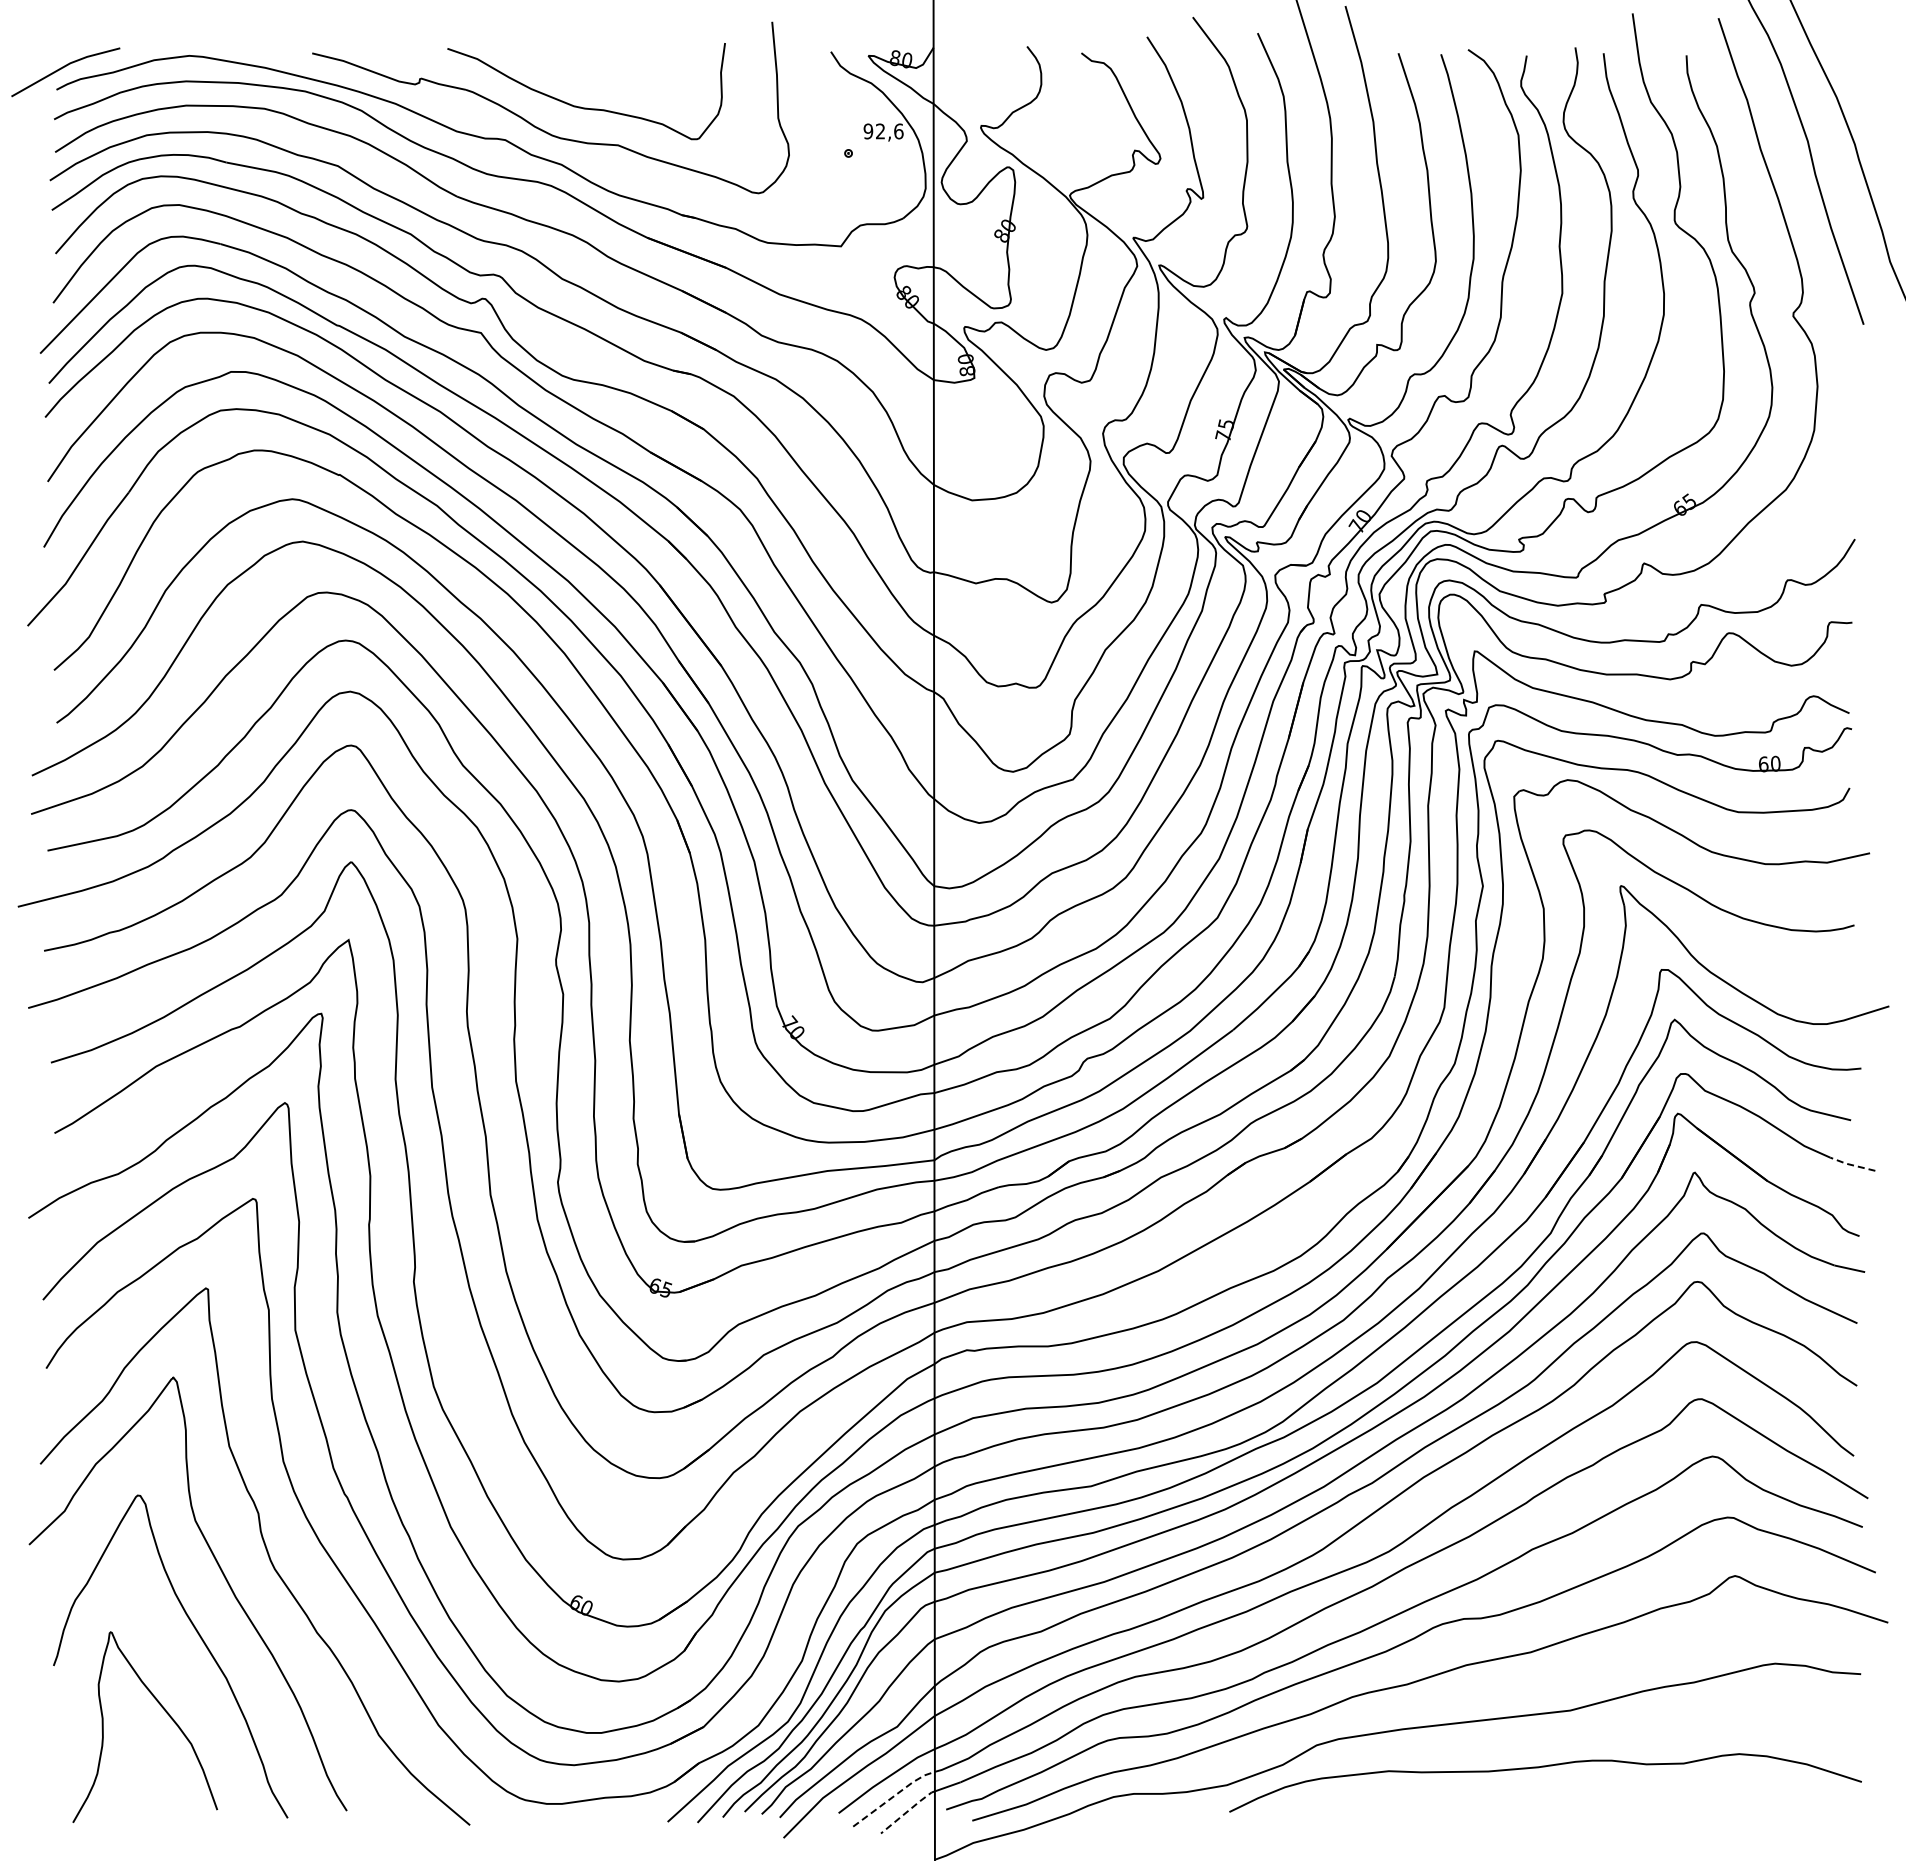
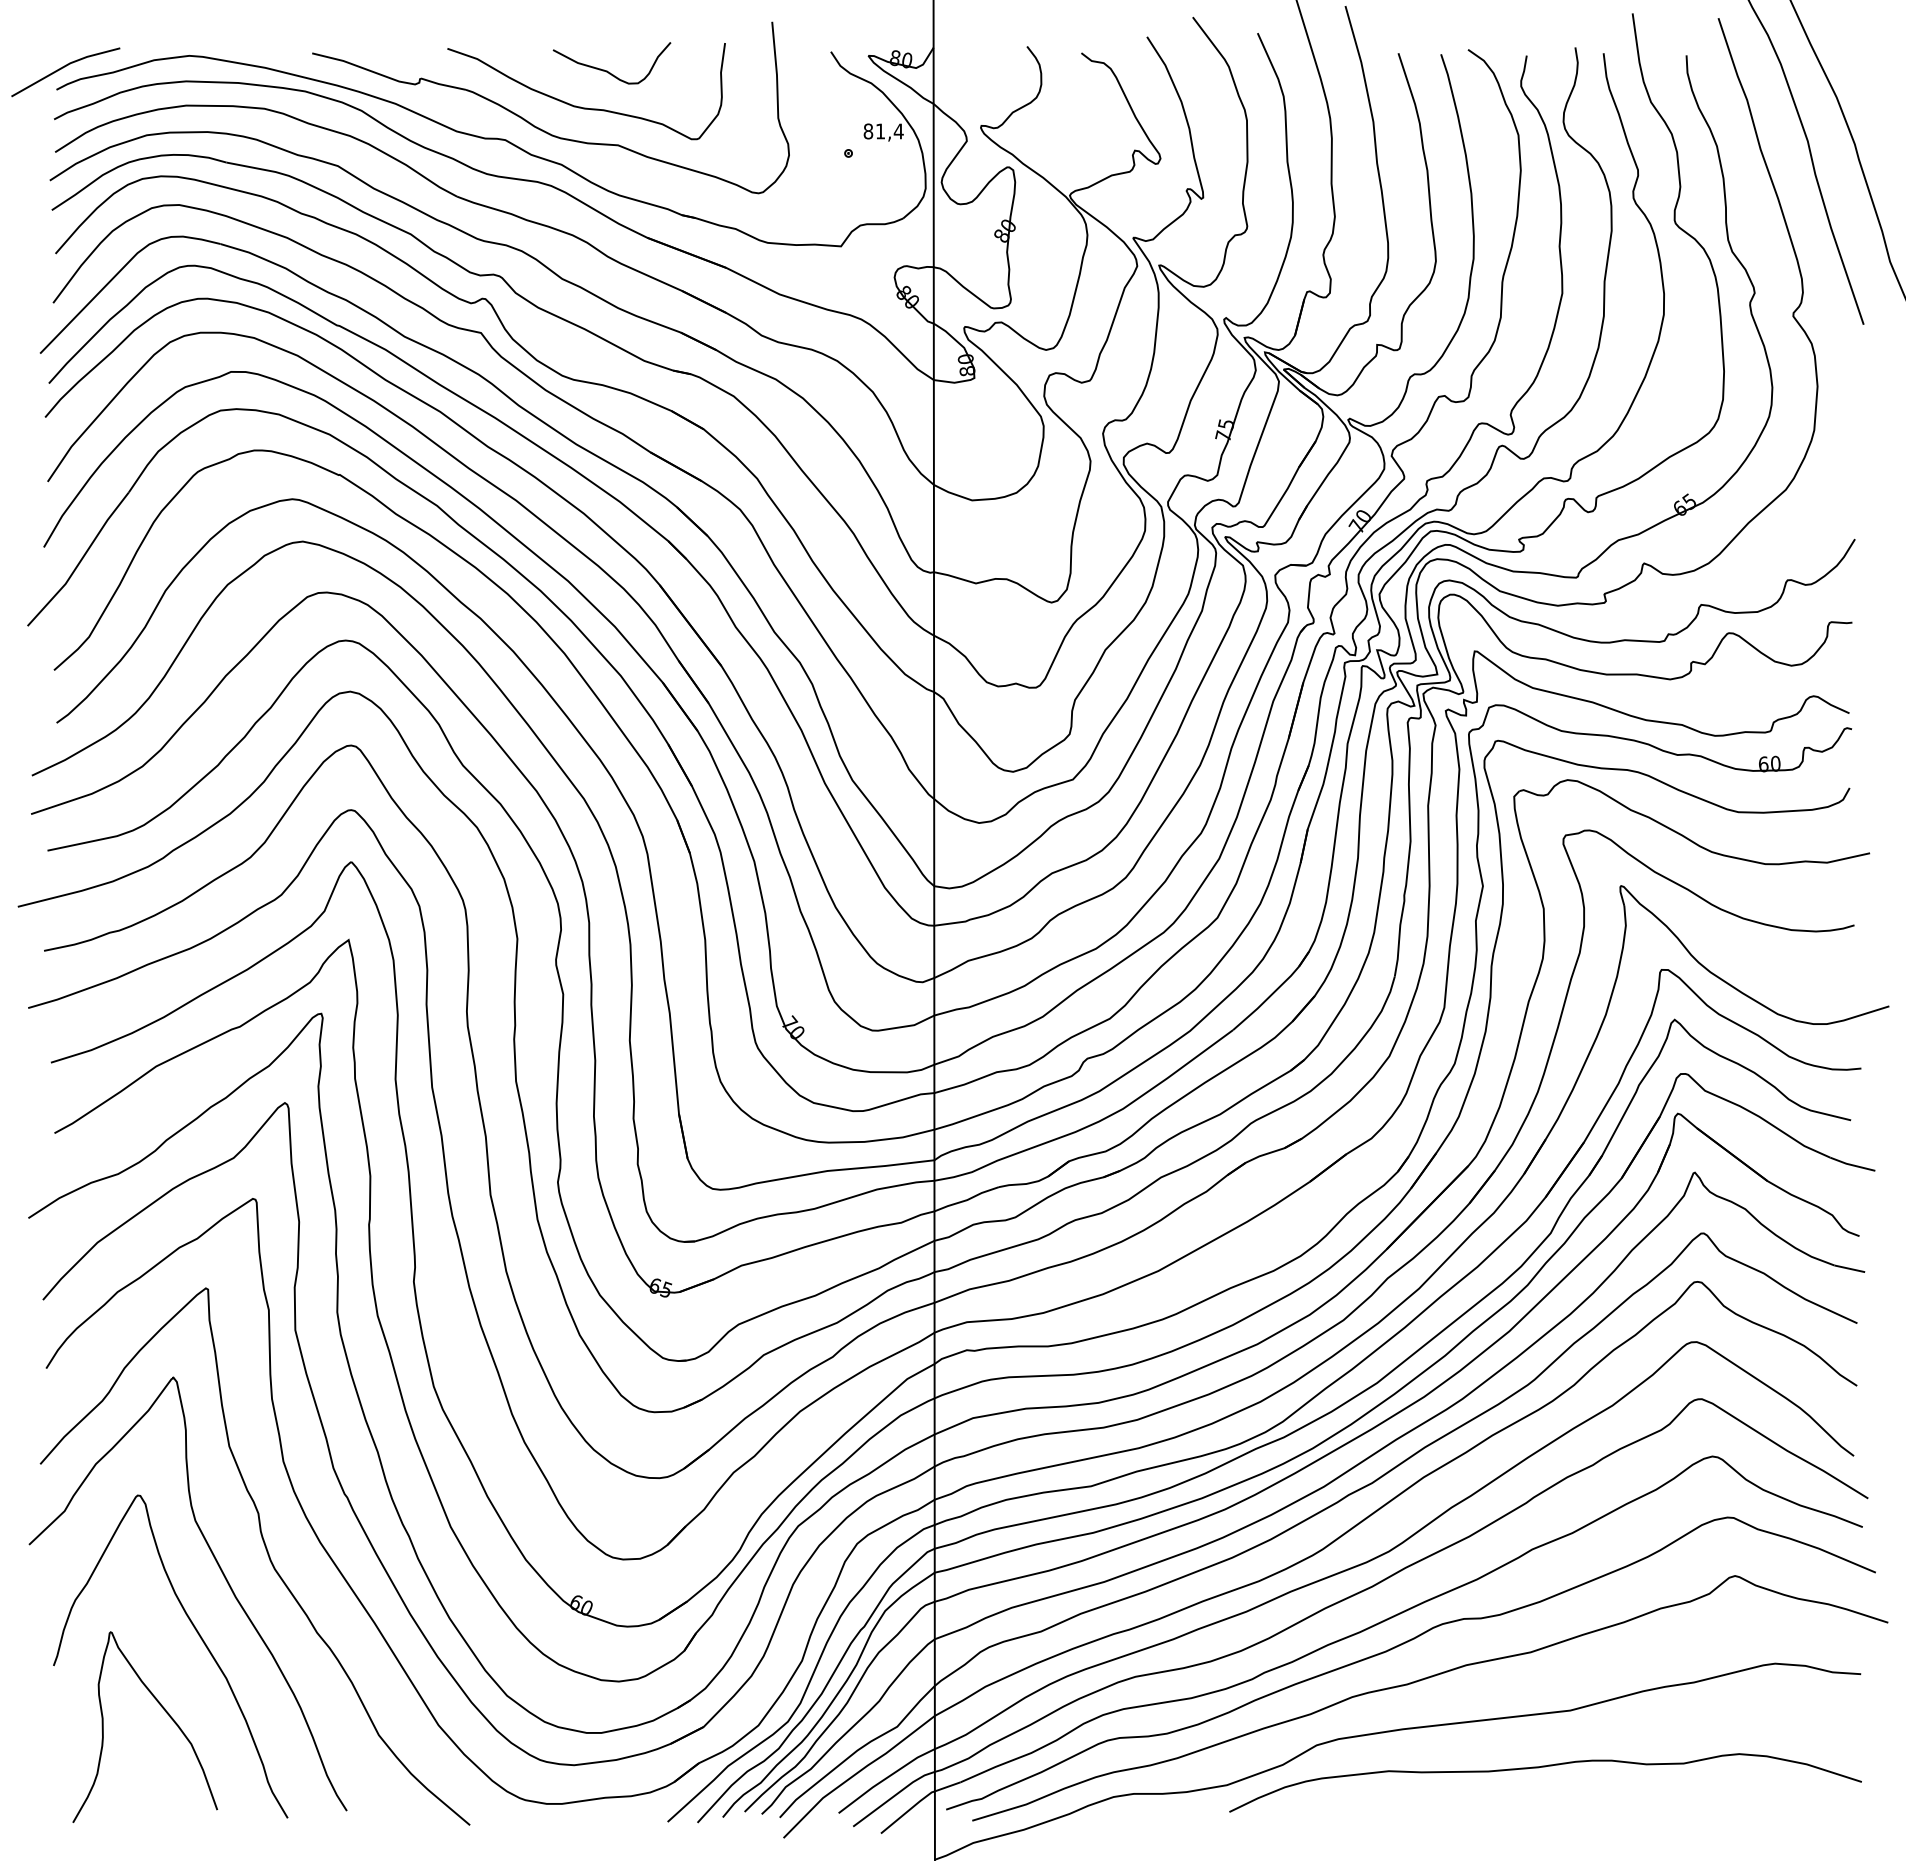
curve at (607, 70): none -> present
text at (883, 131): 92,6 -> 81,4
line at (1851, 1164): dashed -> solid
line at (893, 1796): dashed -> solid
line at (908, 1810): dashed -> solid
